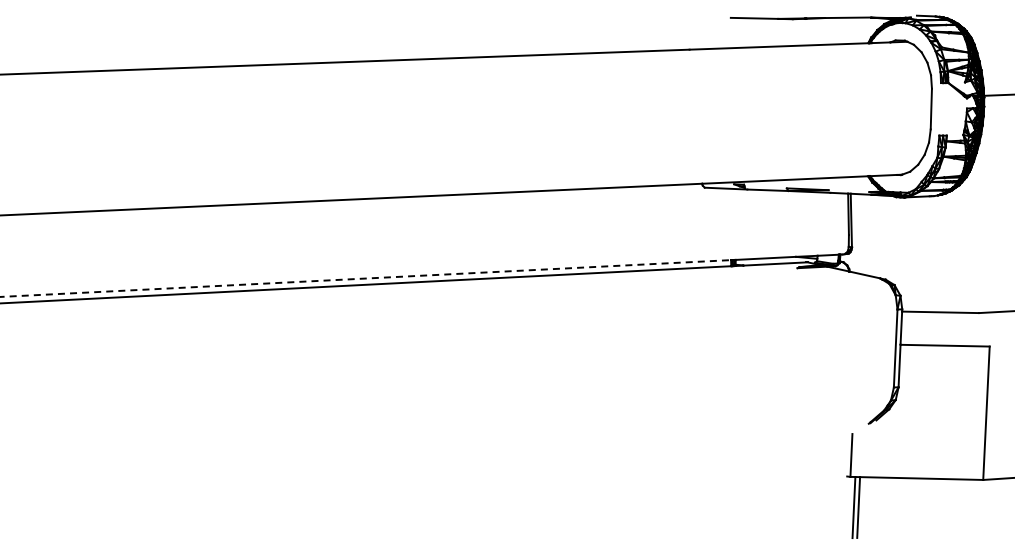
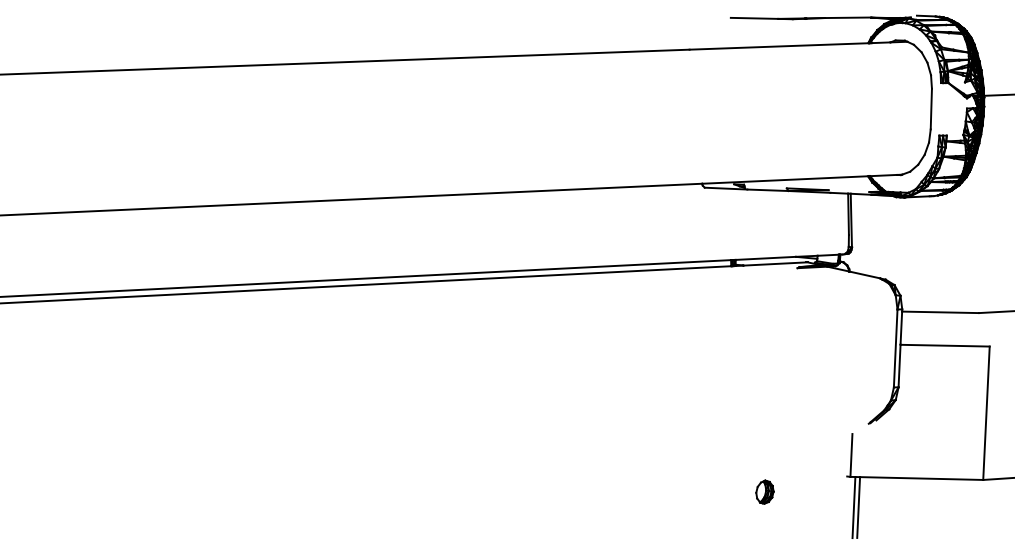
line at (365, 278): dashed -> solid
part at (764, 491): none -> present
